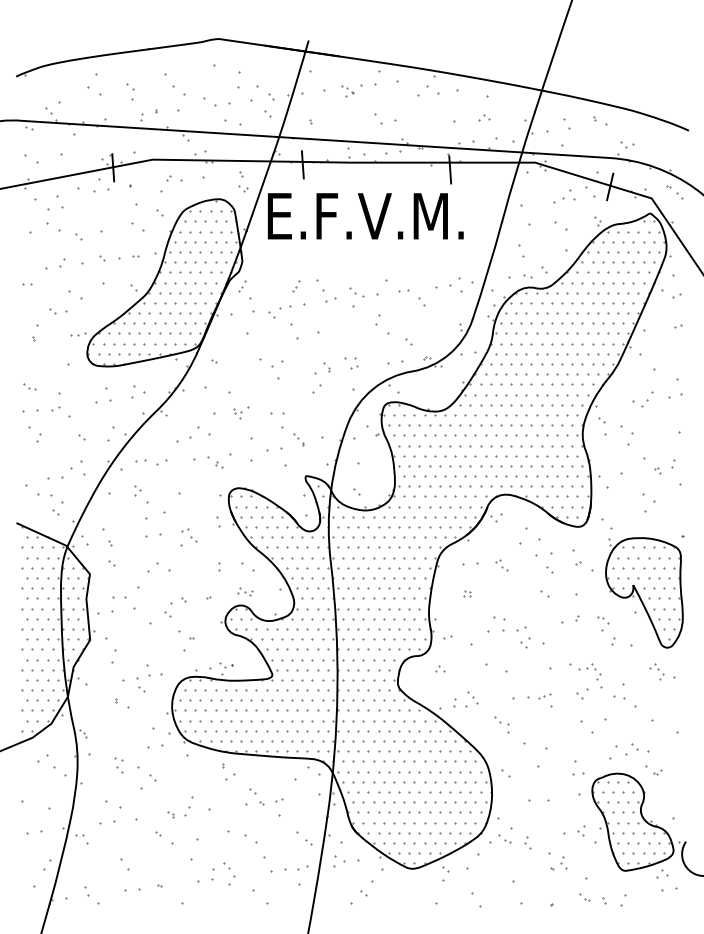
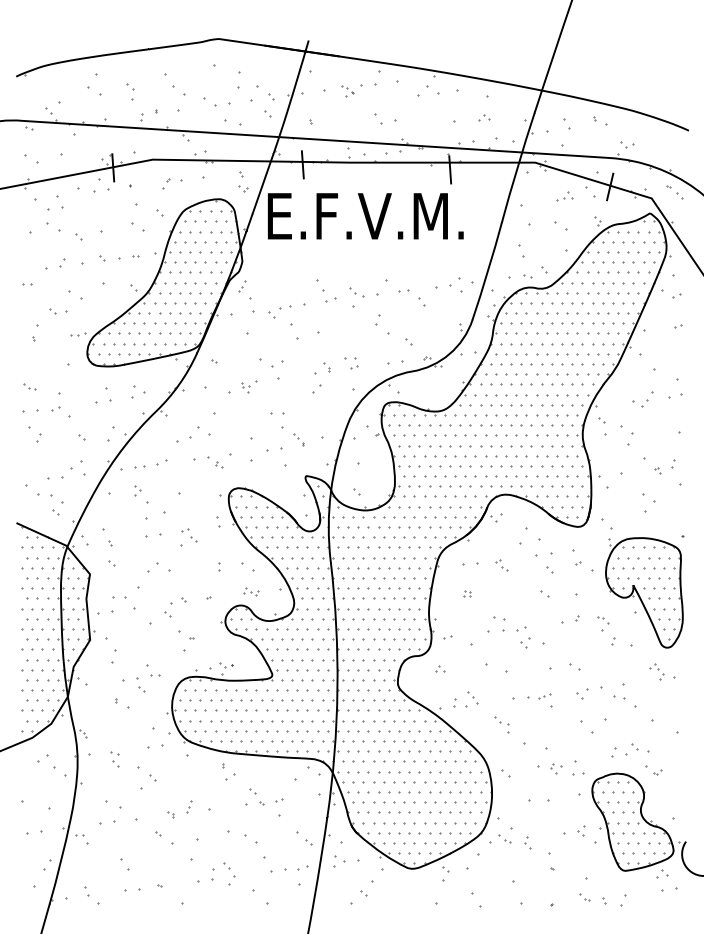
part at (165, 183) size: 12x18 px -> 9x12 px
part at (564, 196) size: 23x15 px -> 18x11 px
part at (296, 286): present -> none
part at (241, 412) position: (241, 412) -> (249, 386)
part at (140, 460) position: (140, 460) -> (139, 466)
part at (245, 591) position: (245, 591) -> (251, 591)
part at (593, 671): present -> none
part at (155, 674) size: 15x4 px -> 11x3 px
part at (613, 752) size: 9x15 px -> 6x11 px
part at (118, 765) position: (118, 765) -> (114, 759)
part at (556, 768): none -> present
part at (188, 806) size: 10x21 px -> 7x14 px
part at (563, 862): present -> none
